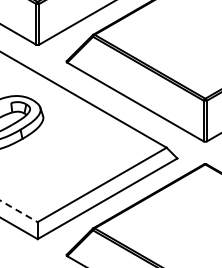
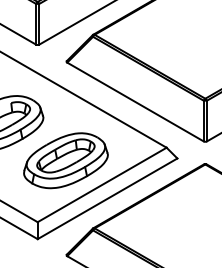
part at (65, 160): none -> present
line at (19, 211): dashed -> solid
